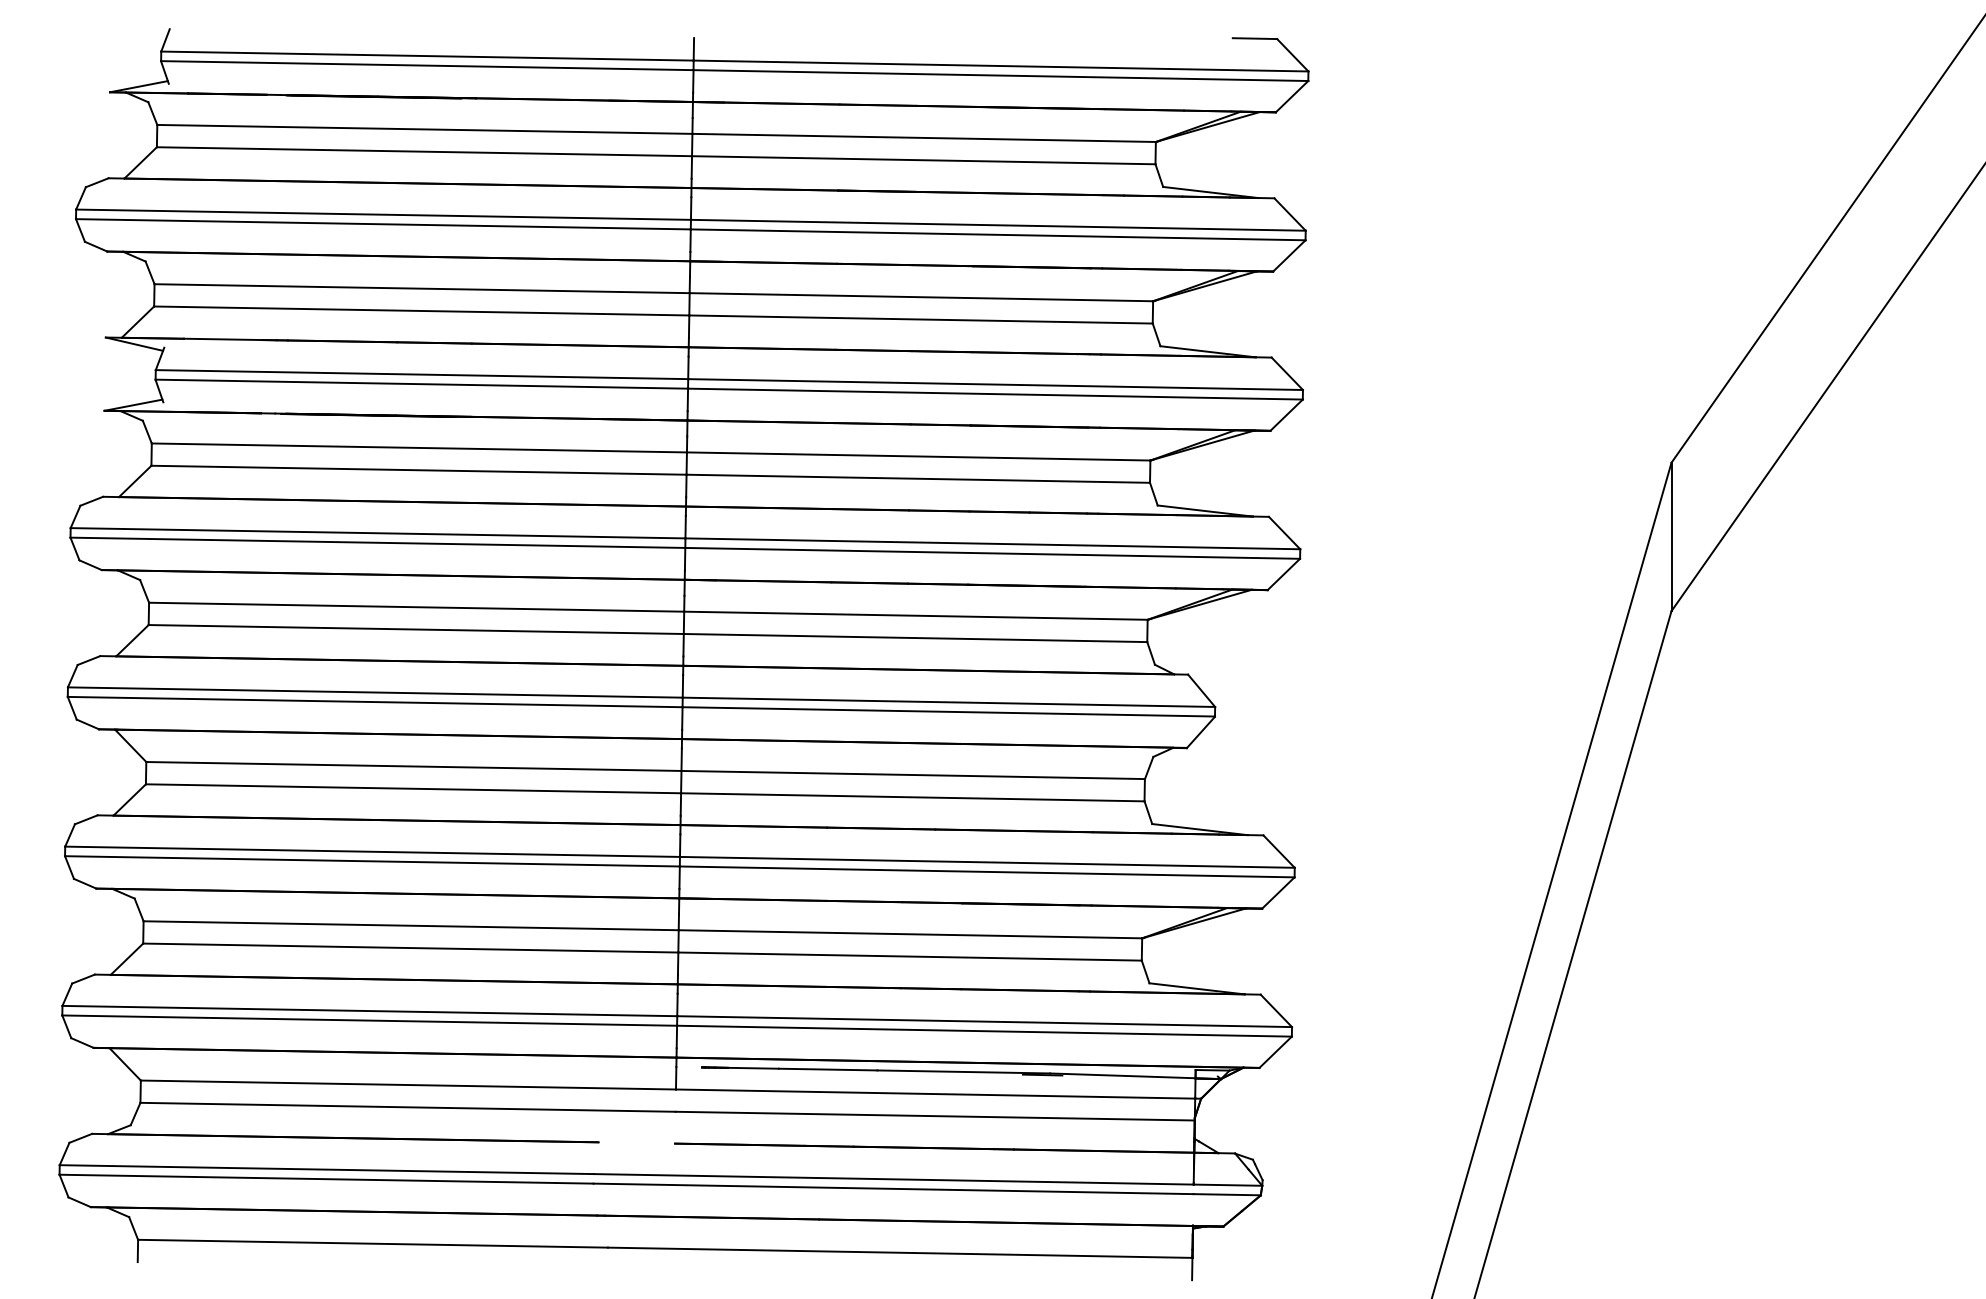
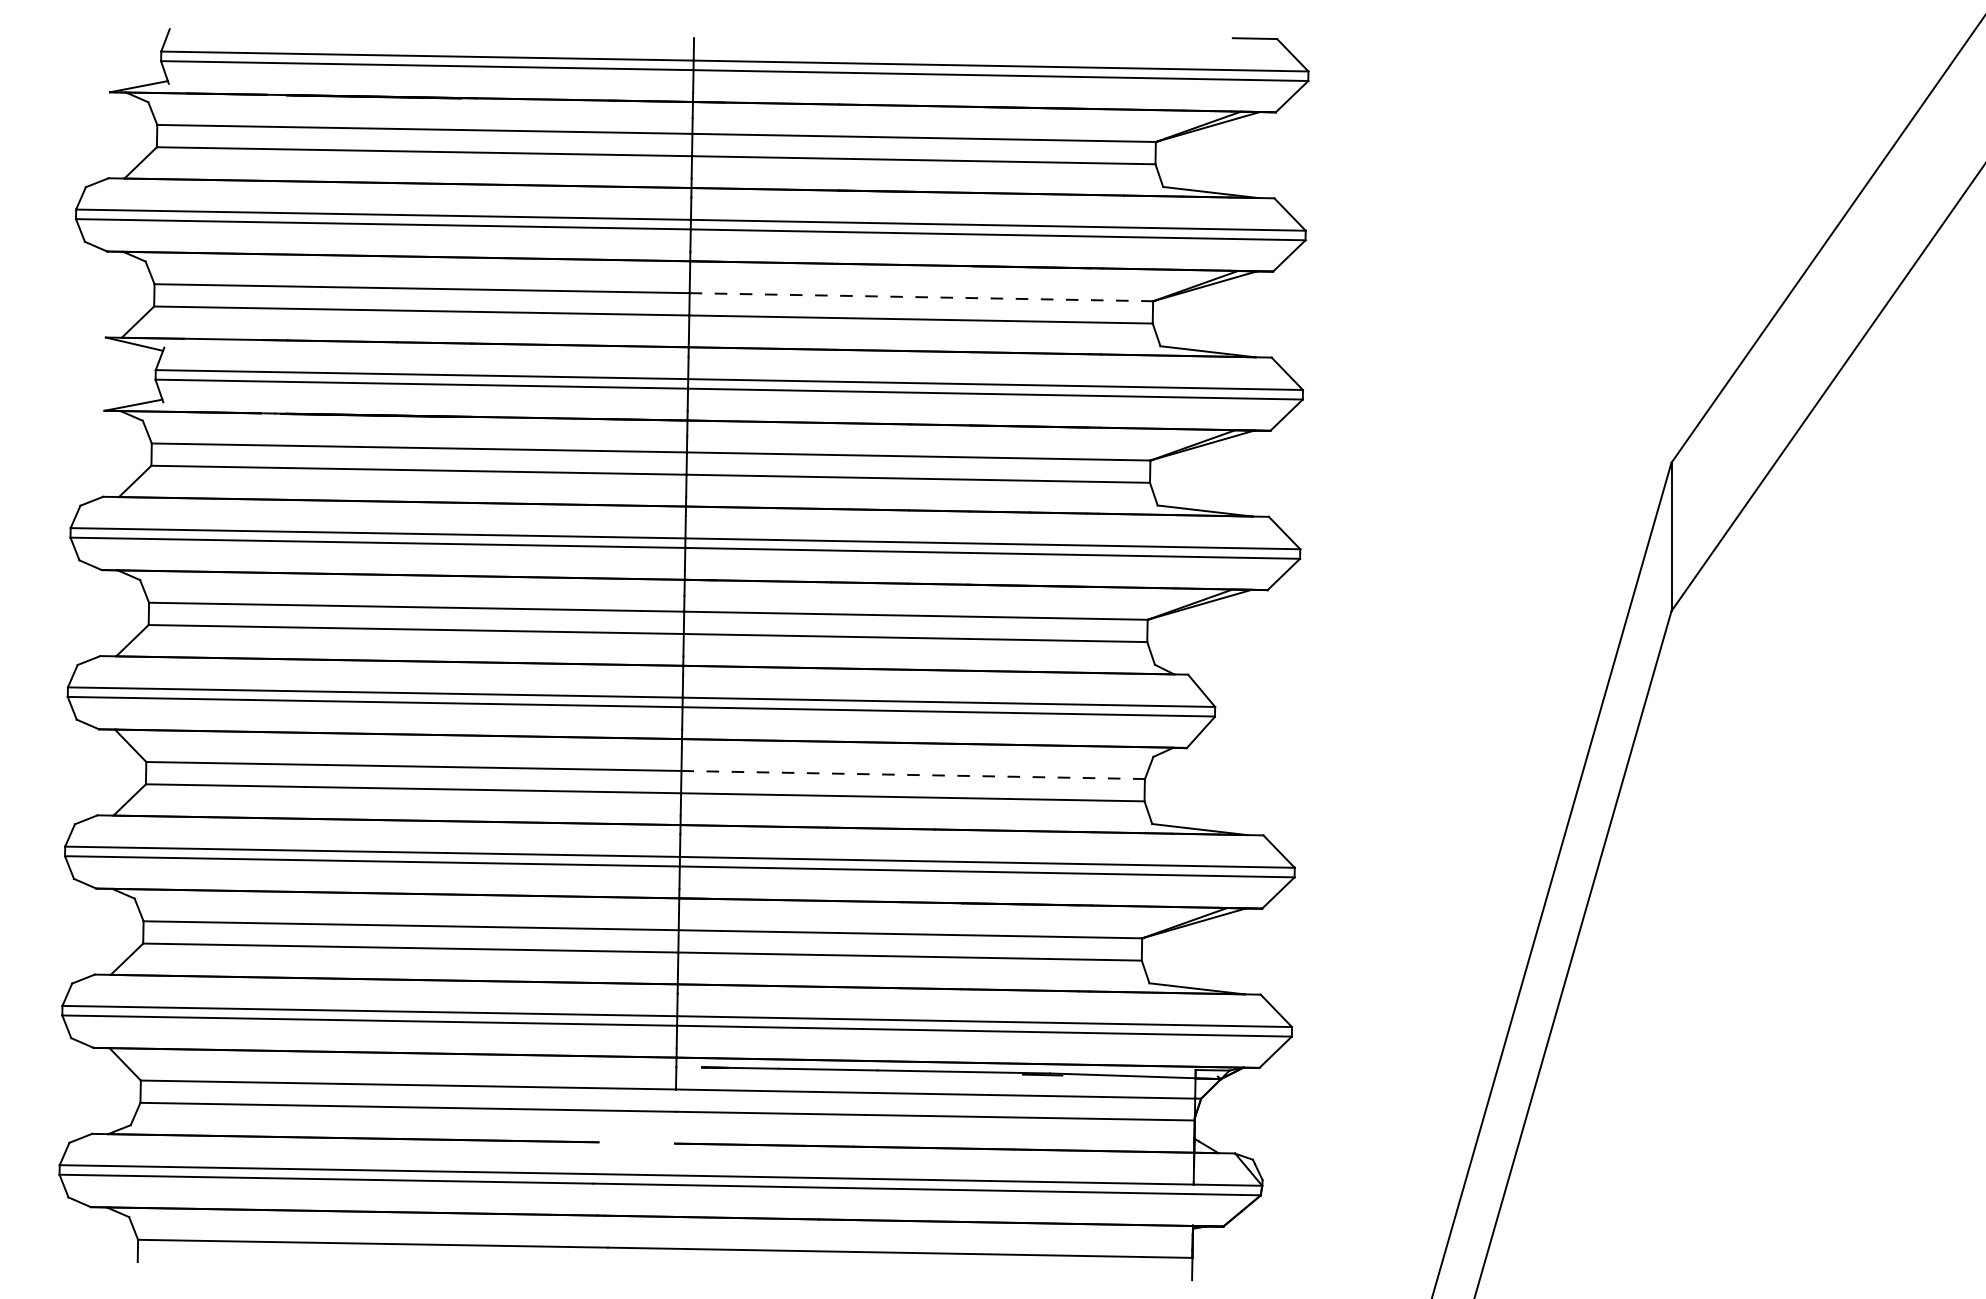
line at (921, 297): solid -> dashed
line at (913, 775): solid -> dashed
